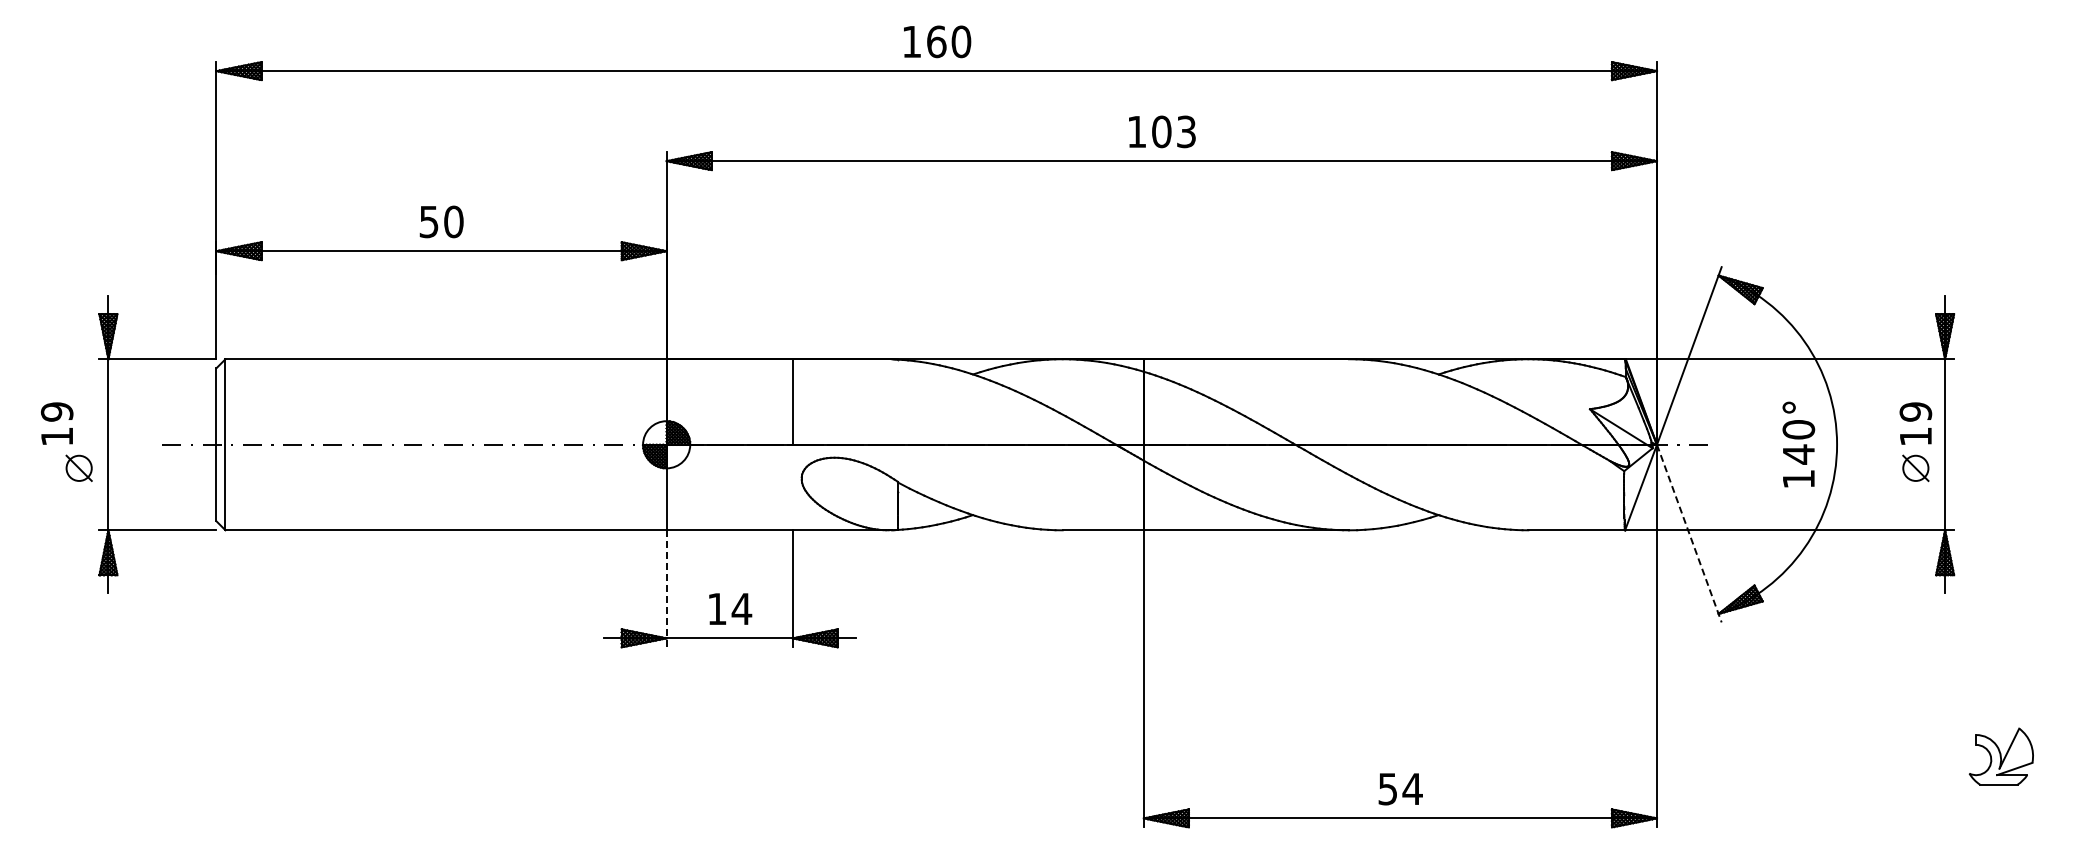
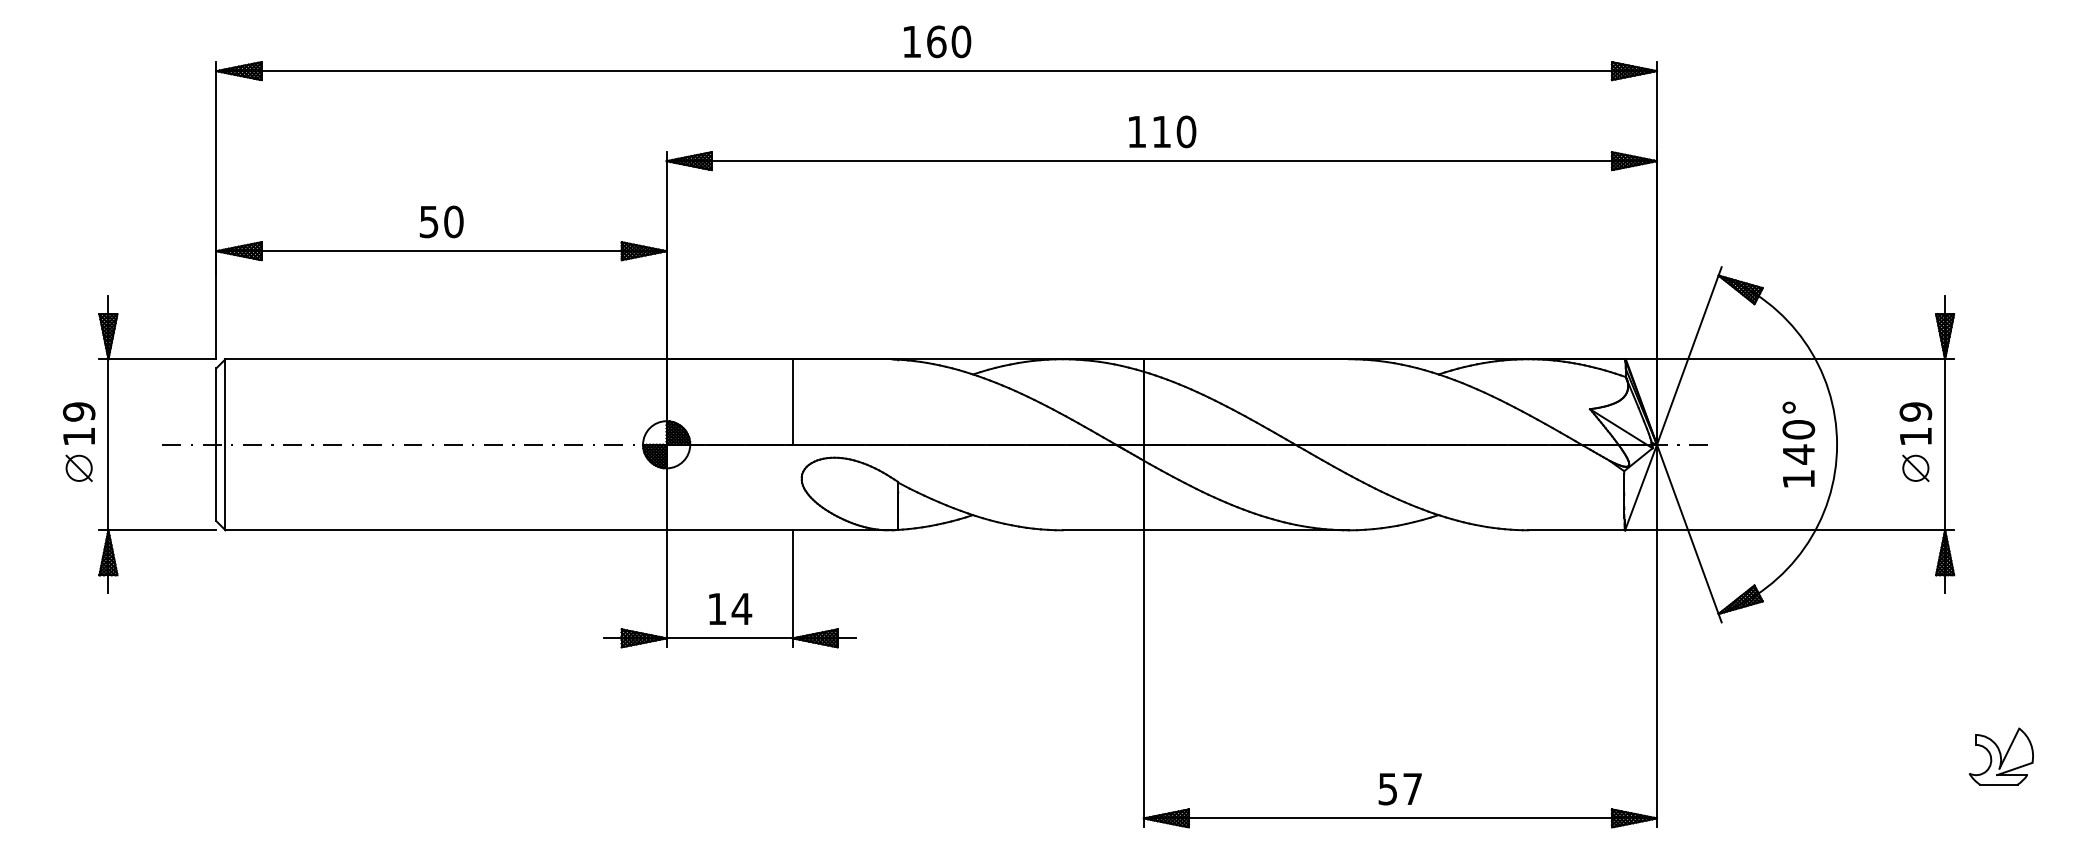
text at (1174, 131): 103 -> 110
text at (57, 423) position: (57, 423) -> (79, 423)
line at (1689, 533): dashed -> solid
line at (666, 588): dashed -> solid
text at (1412, 788): 54 -> 57
